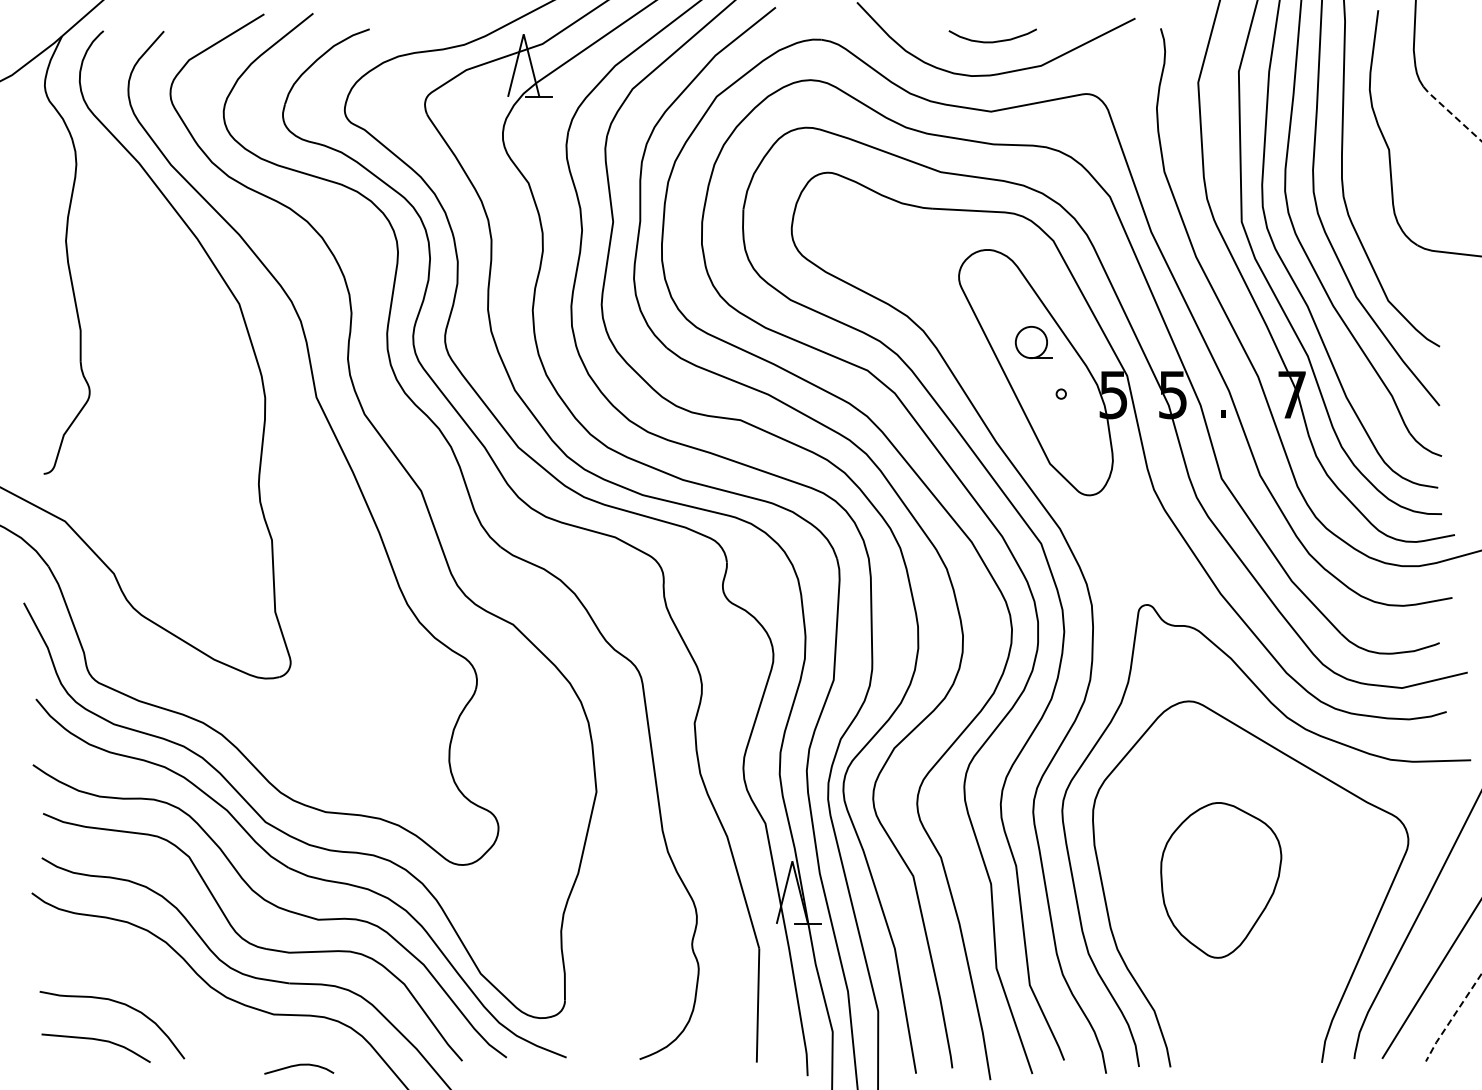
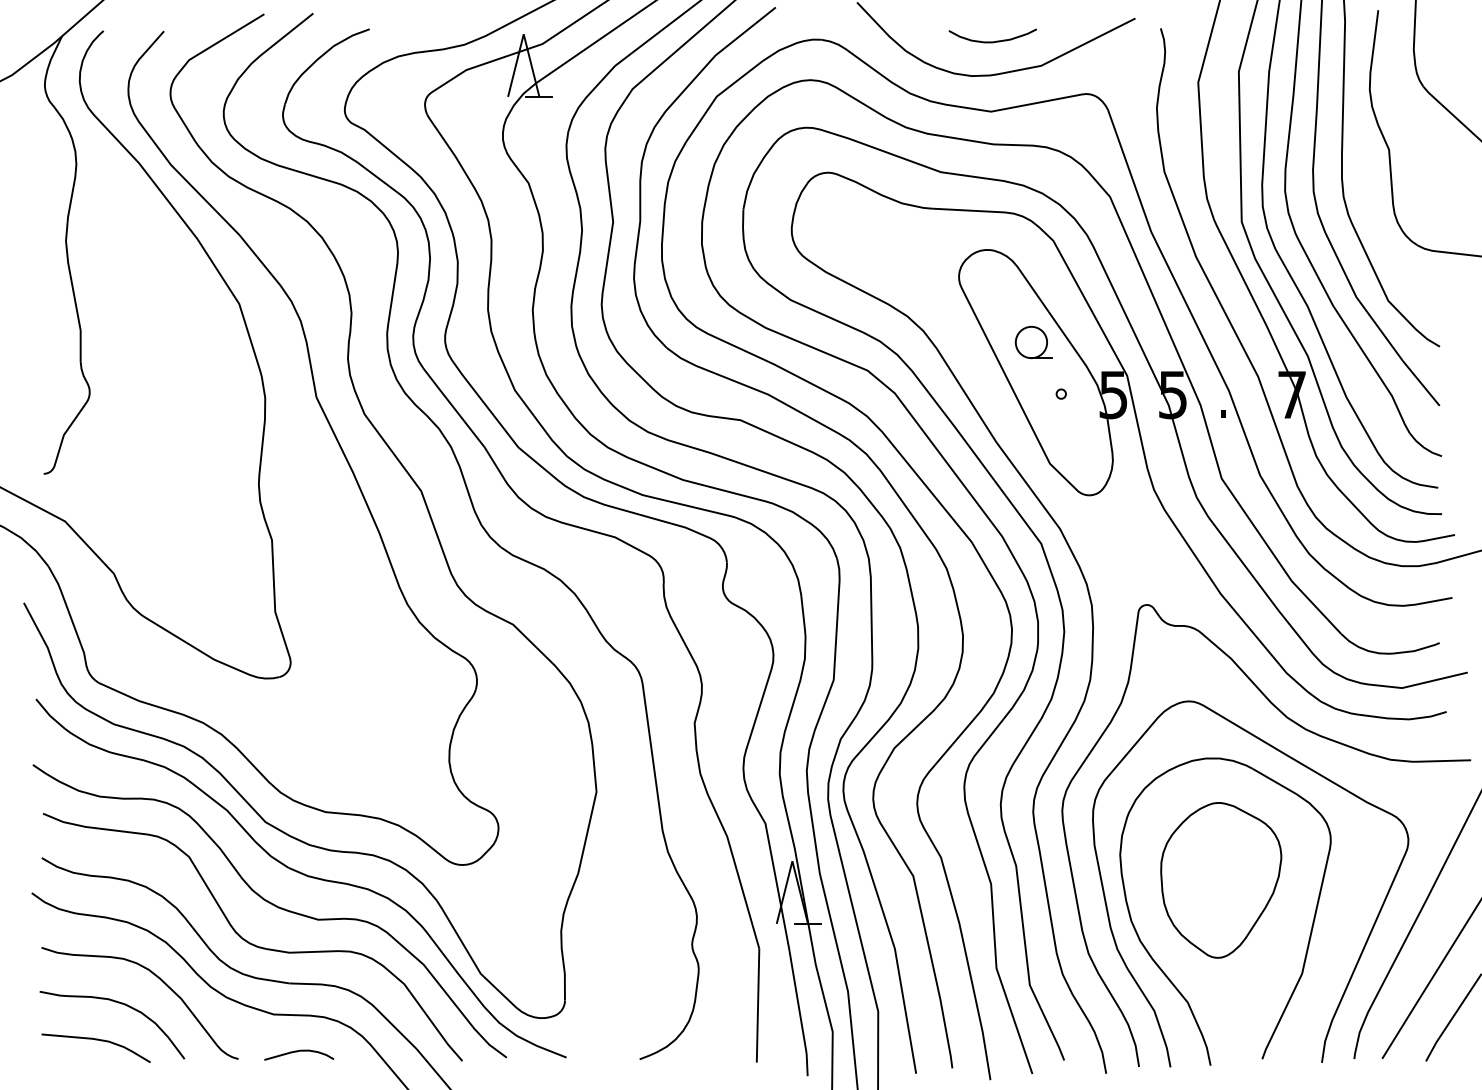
line at (1451, 113): dashed -> solid
part at (1158, 964): none -> present
curve at (156, 977): none -> present
line at (1452, 1017): dashed -> solid
curve at (297, 1066) position: (297, 1066) -> (297, 1052)
